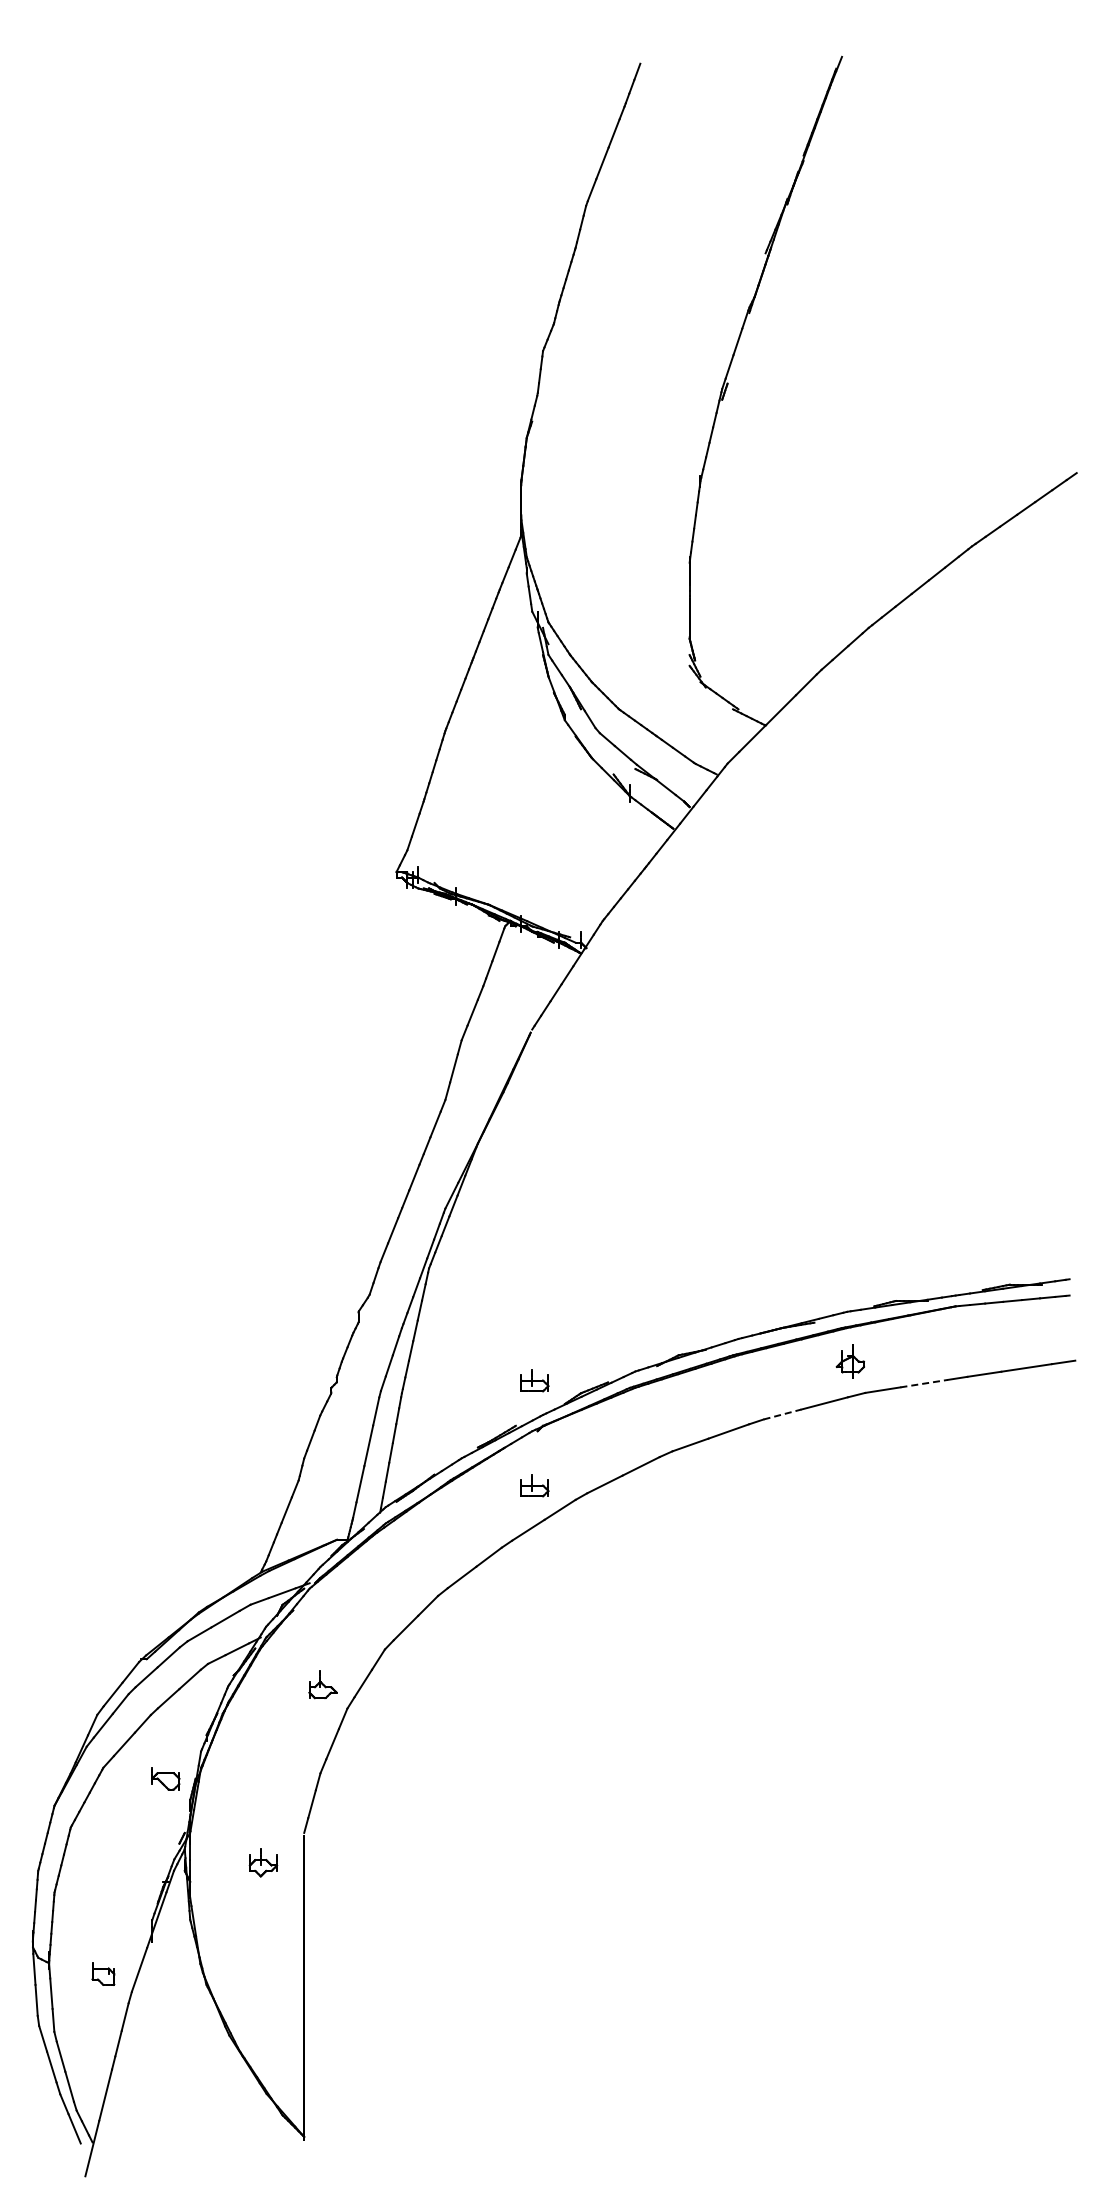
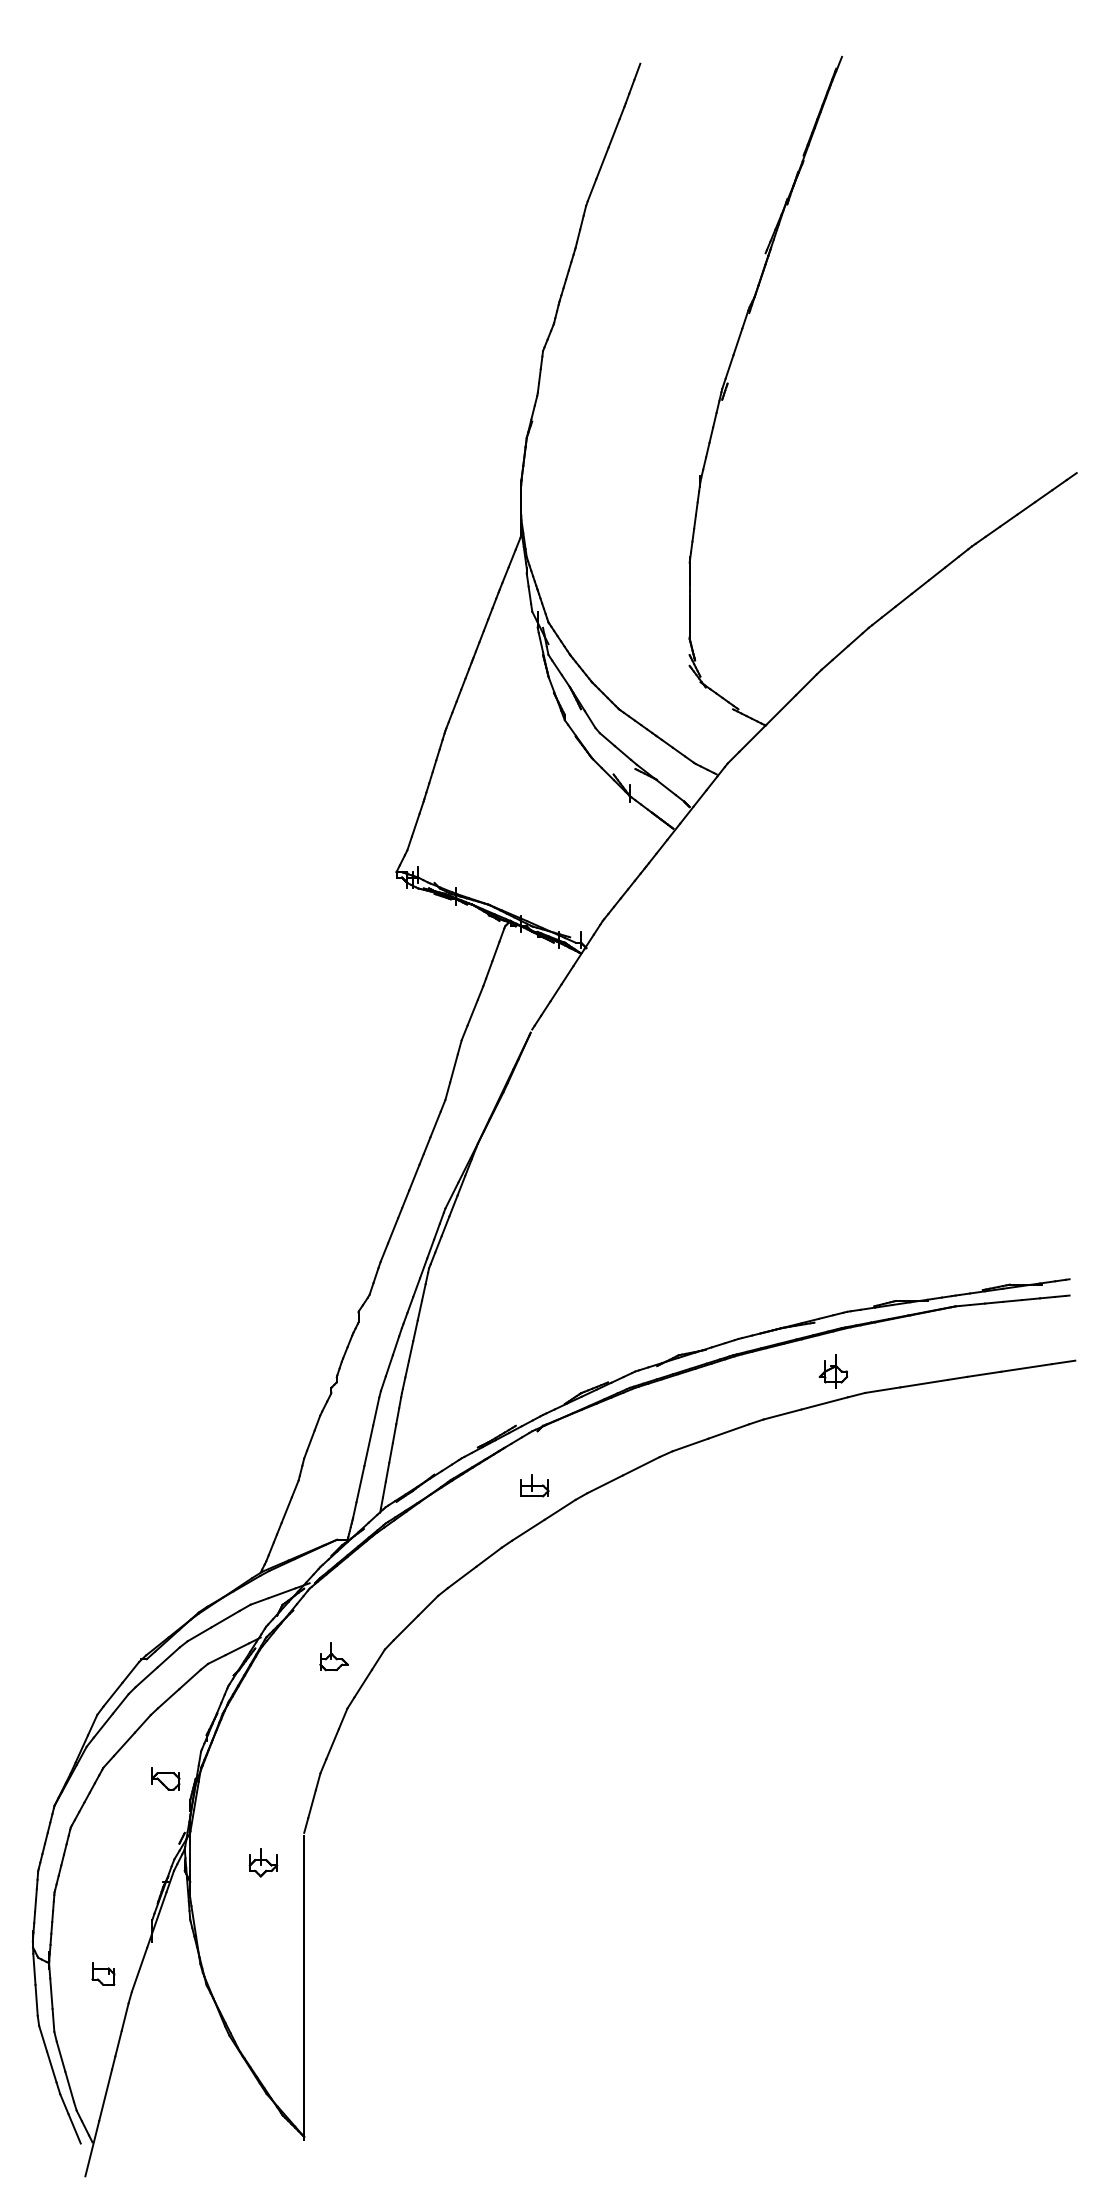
part at (849, 1361) position: (849, 1361) -> (832, 1371)
part at (534, 1380): present -> none
line at (924, 1383): dashed -> solid
line at (782, 1414): dashed -> solid
part at (322, 1684) position: (322, 1684) -> (333, 1656)
